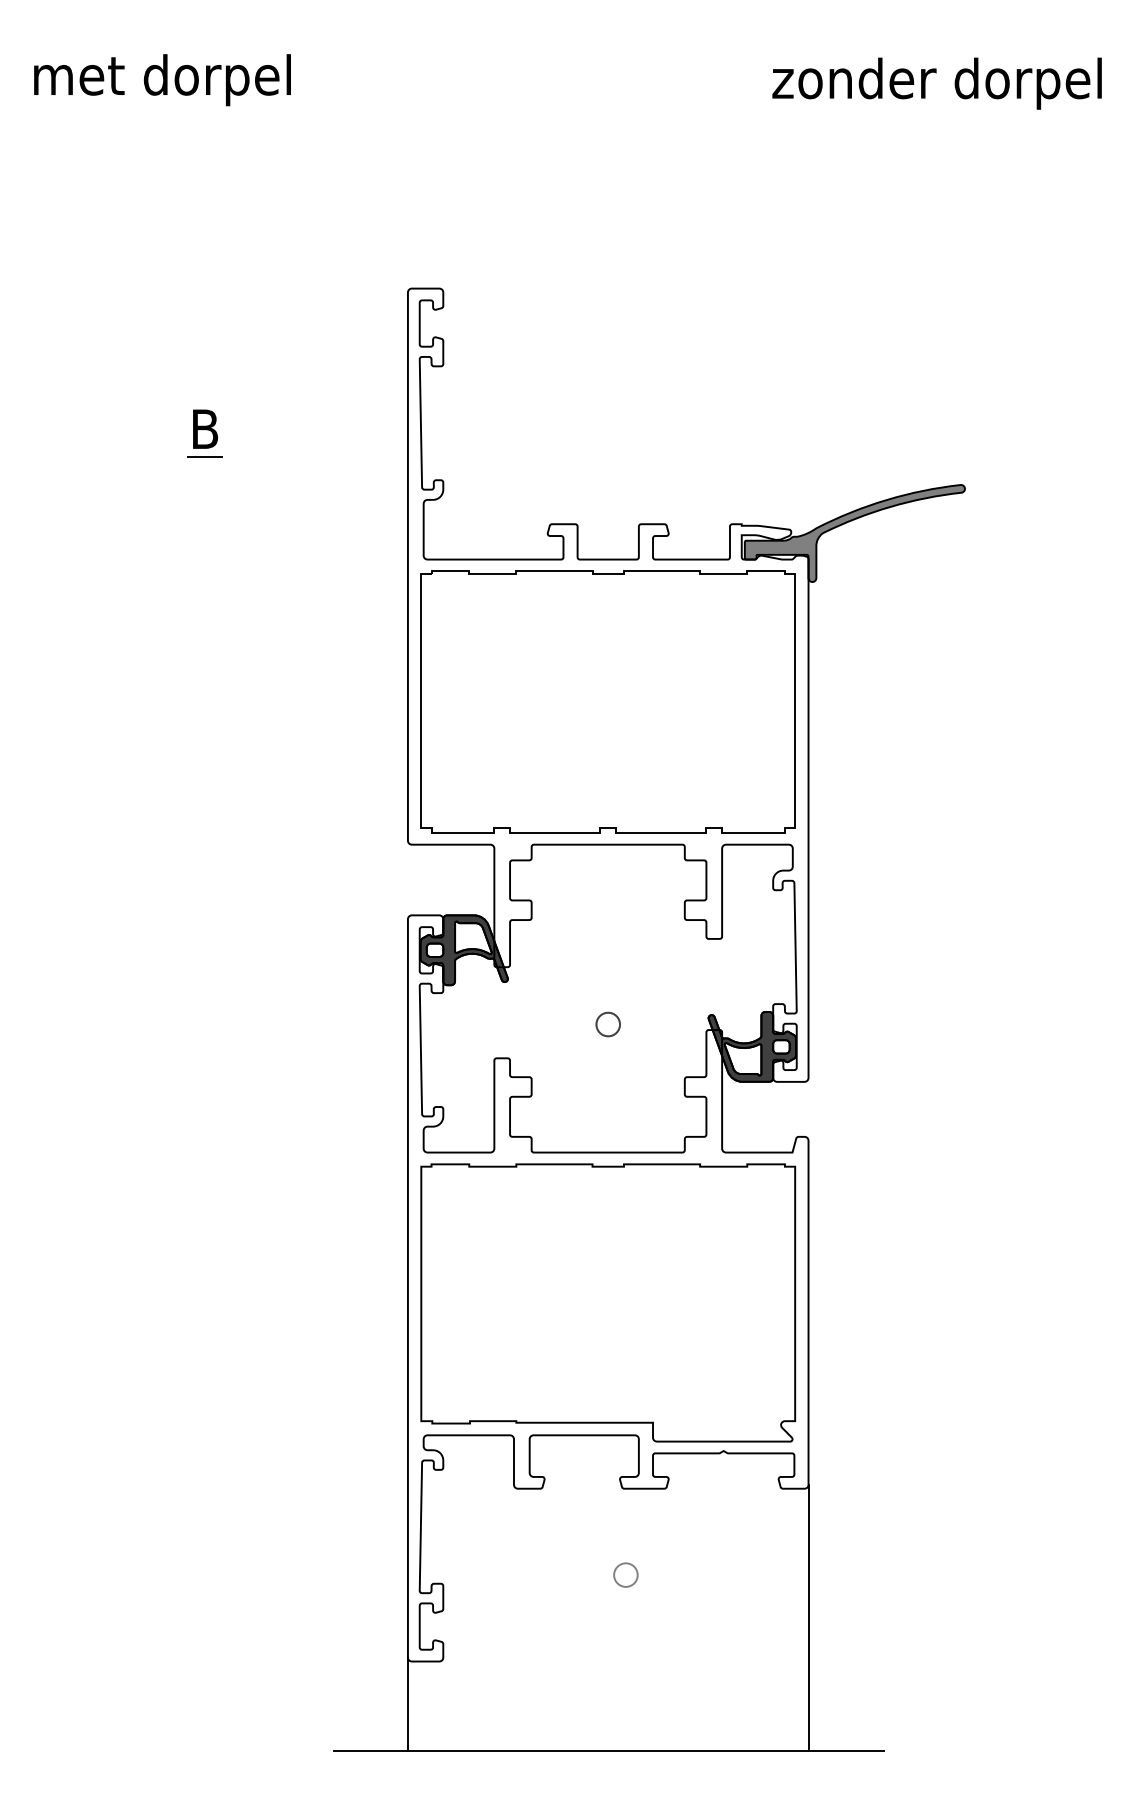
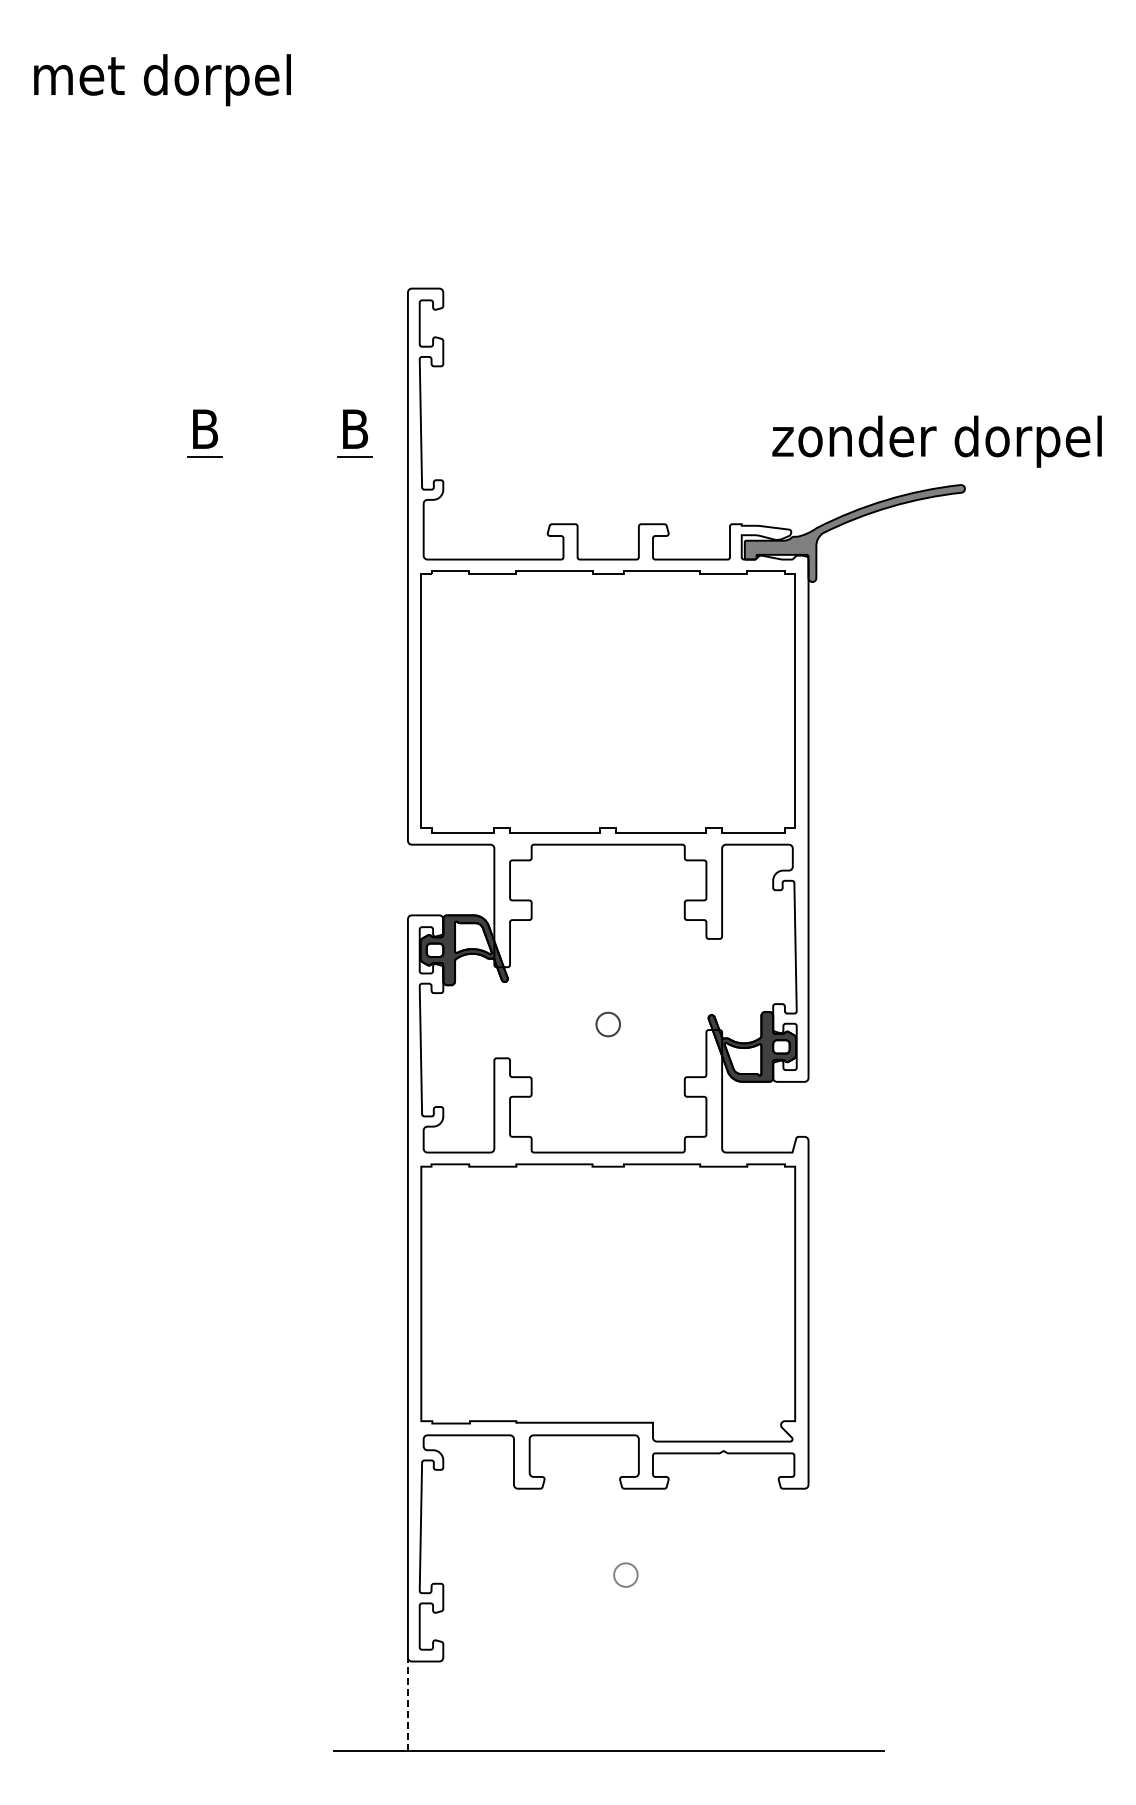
text at (936, 83) position: (936, 83) -> (936, 441)
part at (354, 433): none -> present
line at (808, 1617): present -> none
line at (407, 1704): solid -> dashed
